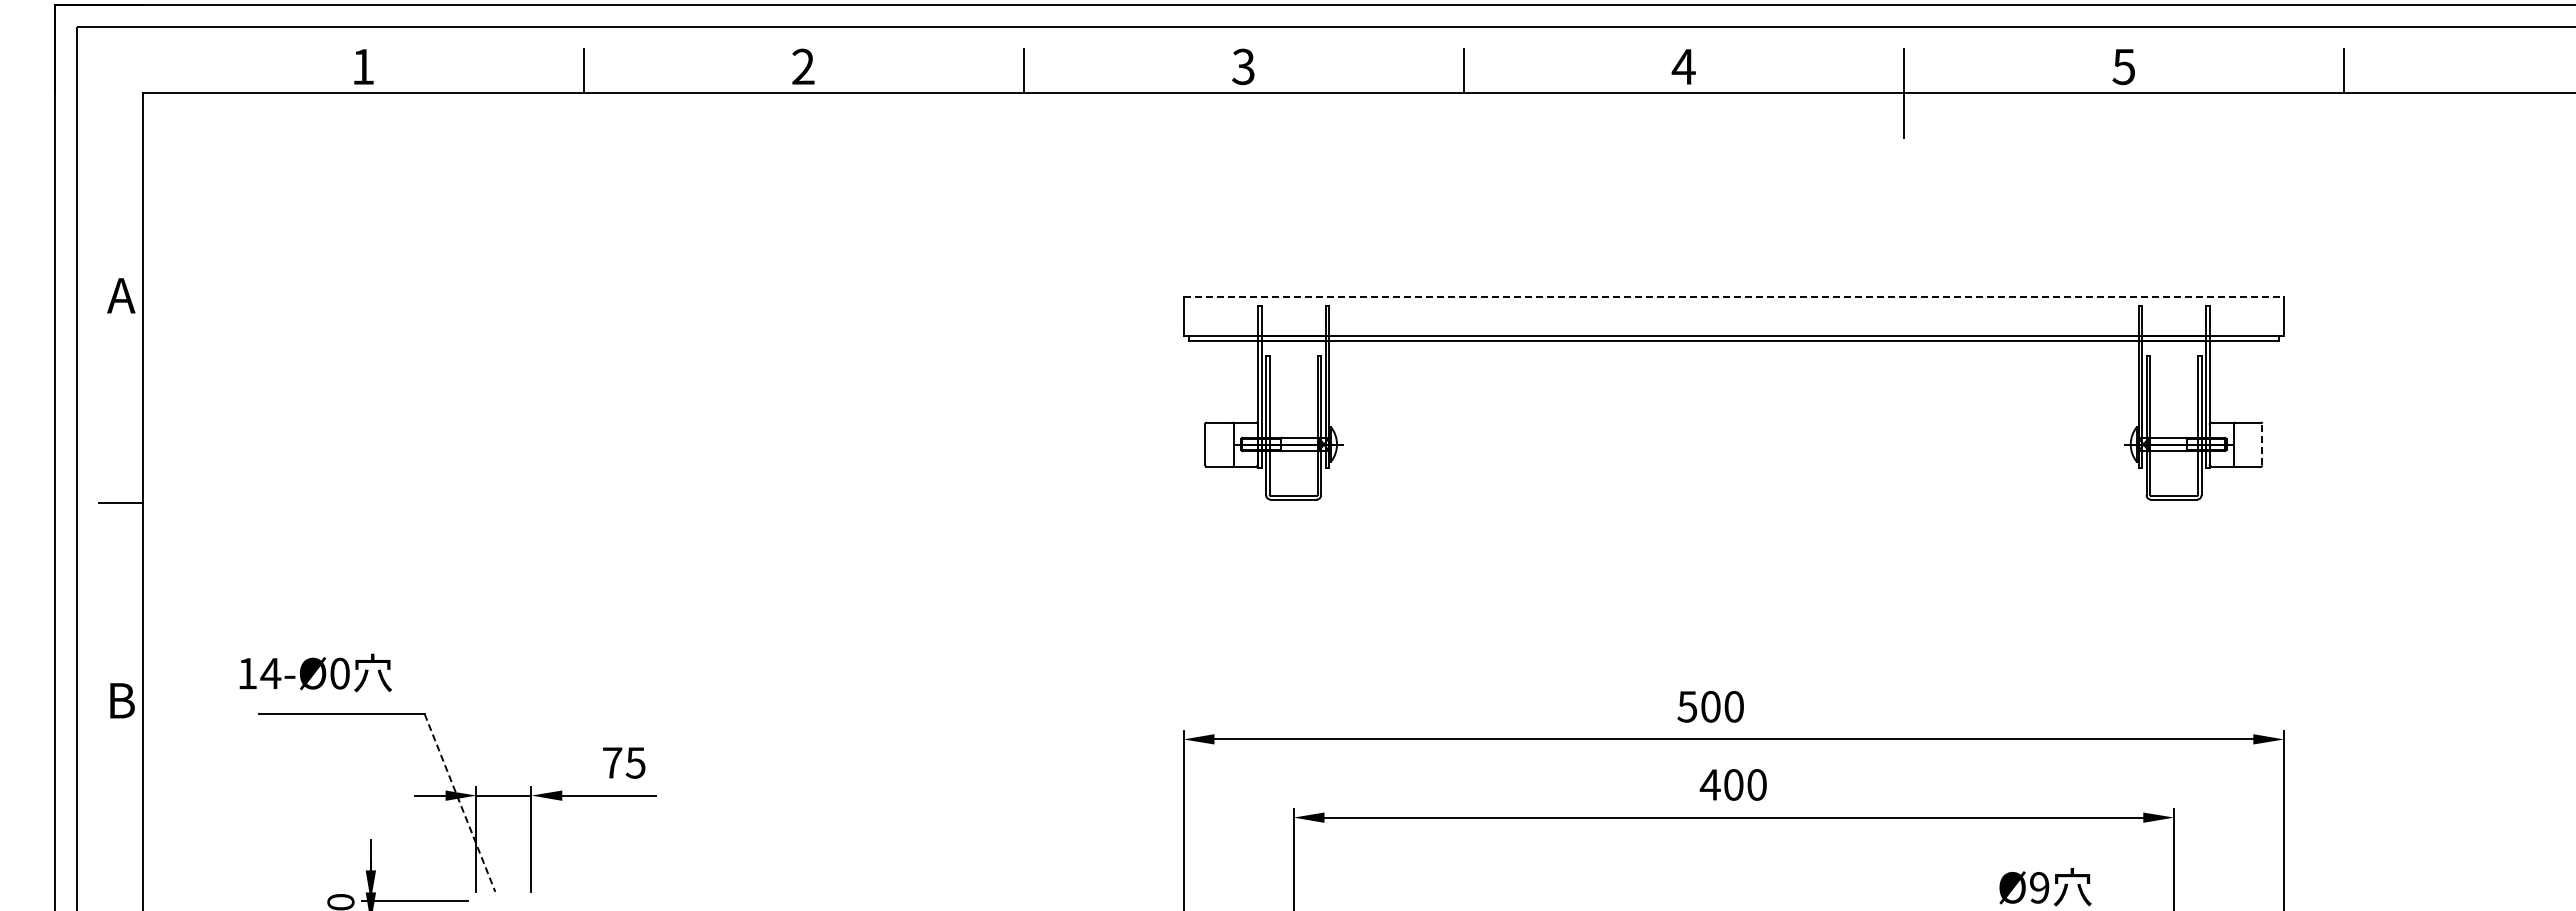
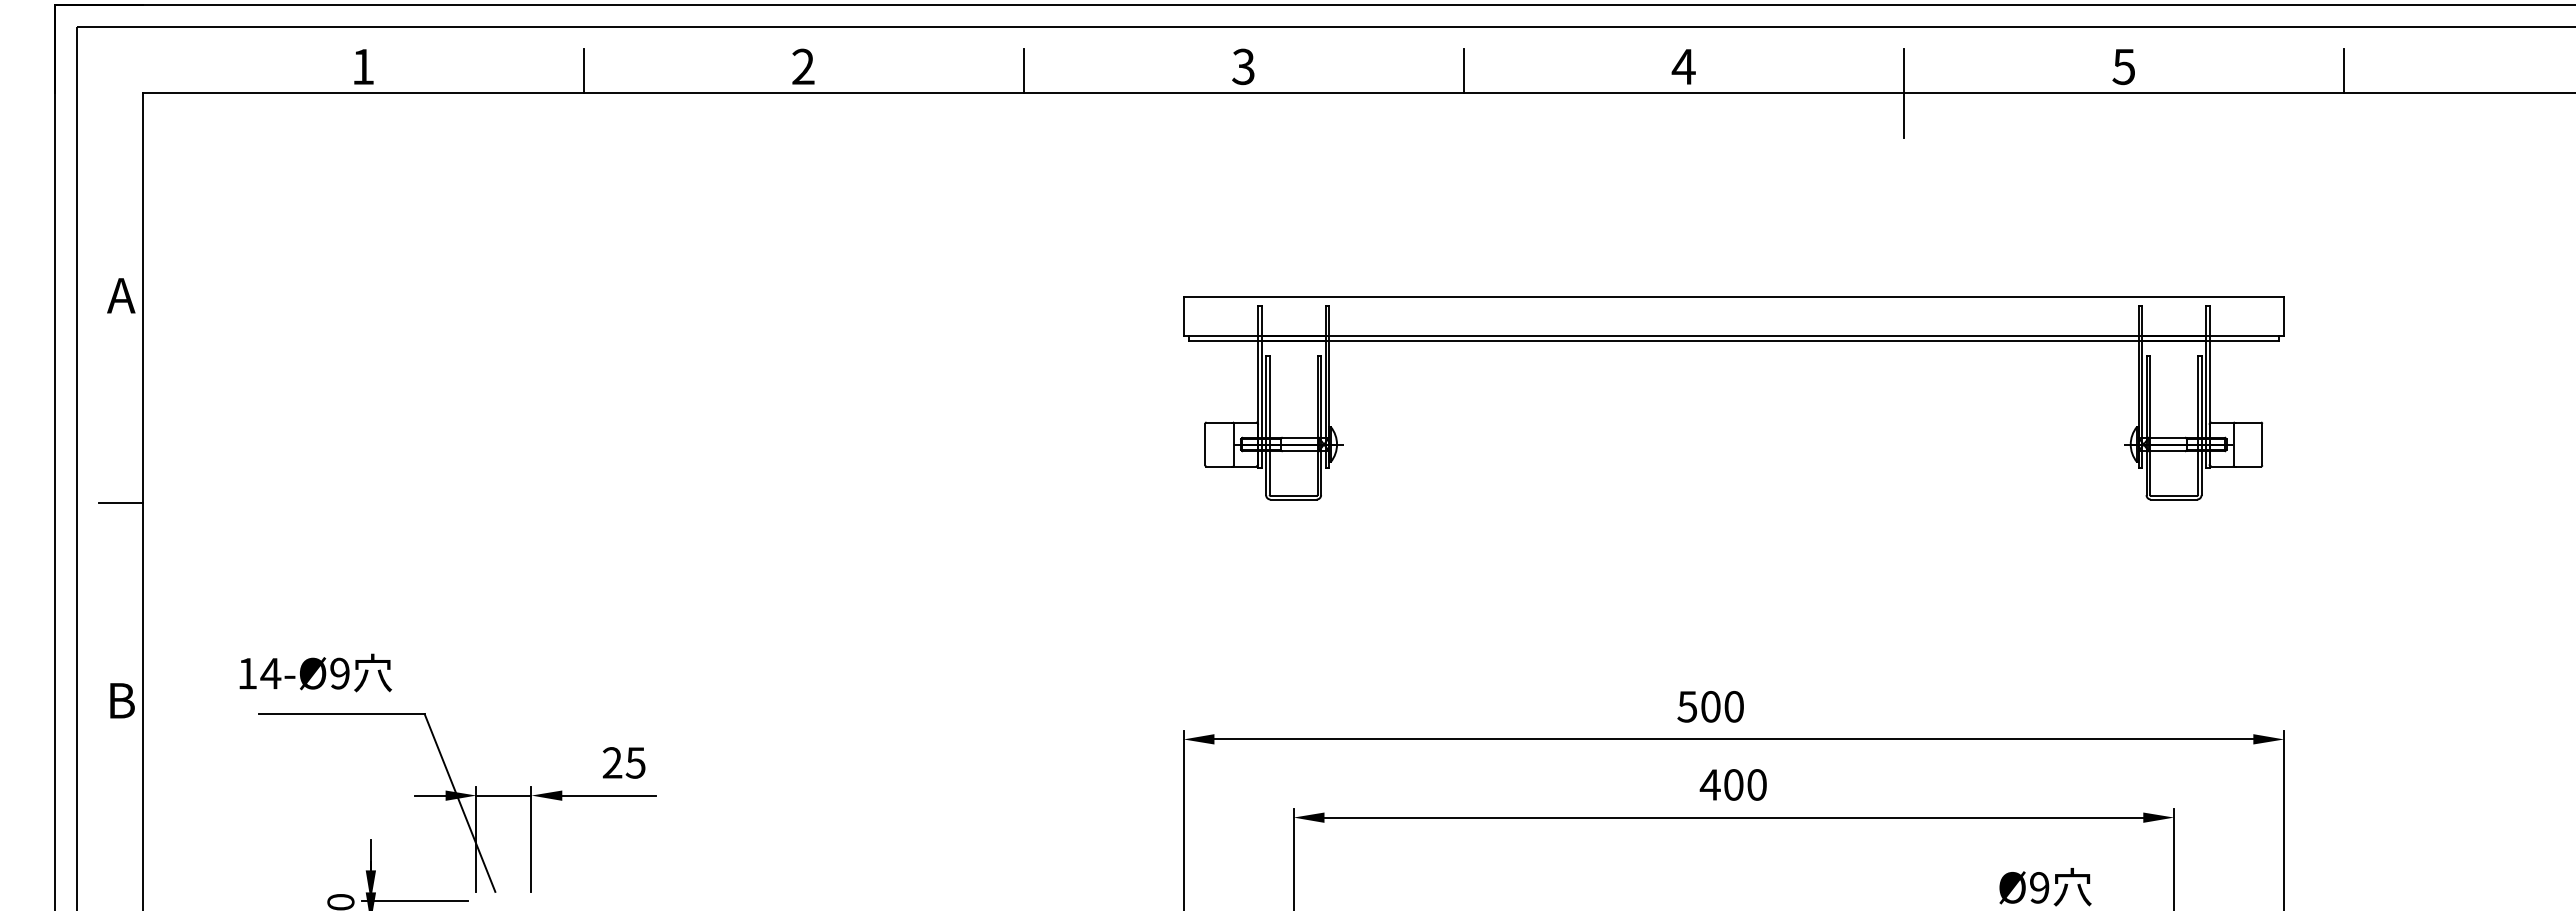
line at (1734, 297): dashed -> solid
line at (2262, 444): dashed -> solid
text at (339, 673): 14-Ø0 -> 14-Ø9
text at (612, 762): 75 -> 25
line at (460, 803): dashed -> solid
